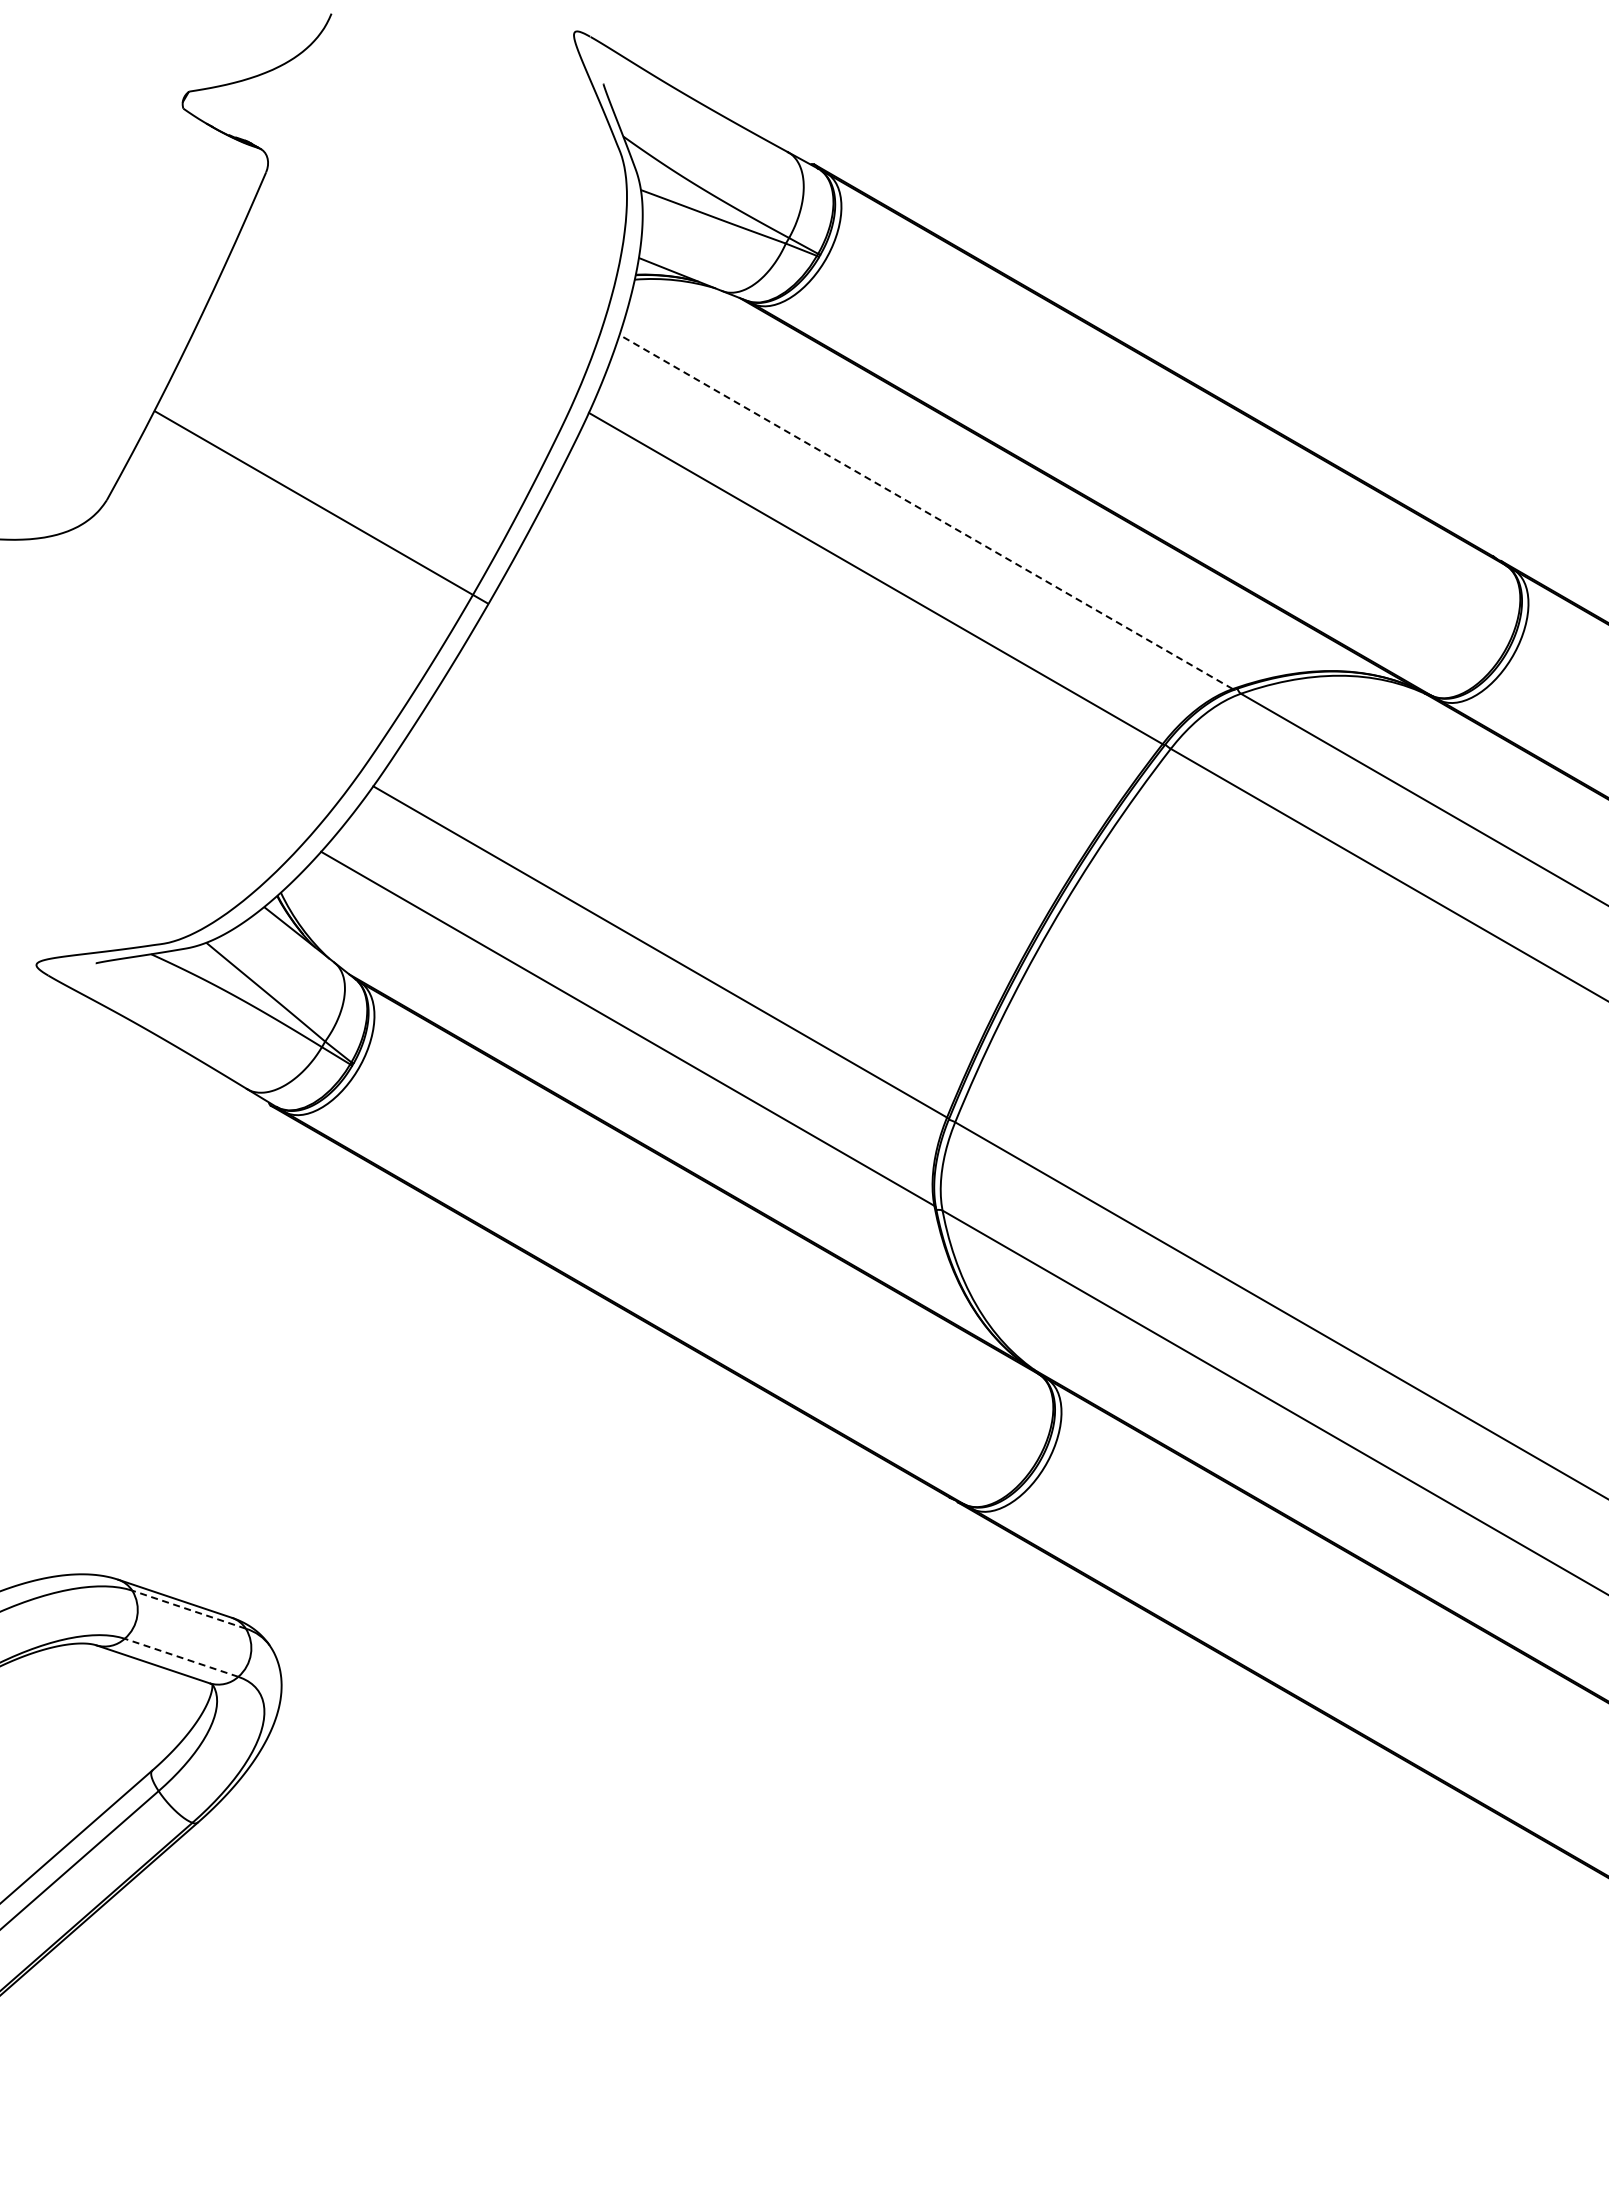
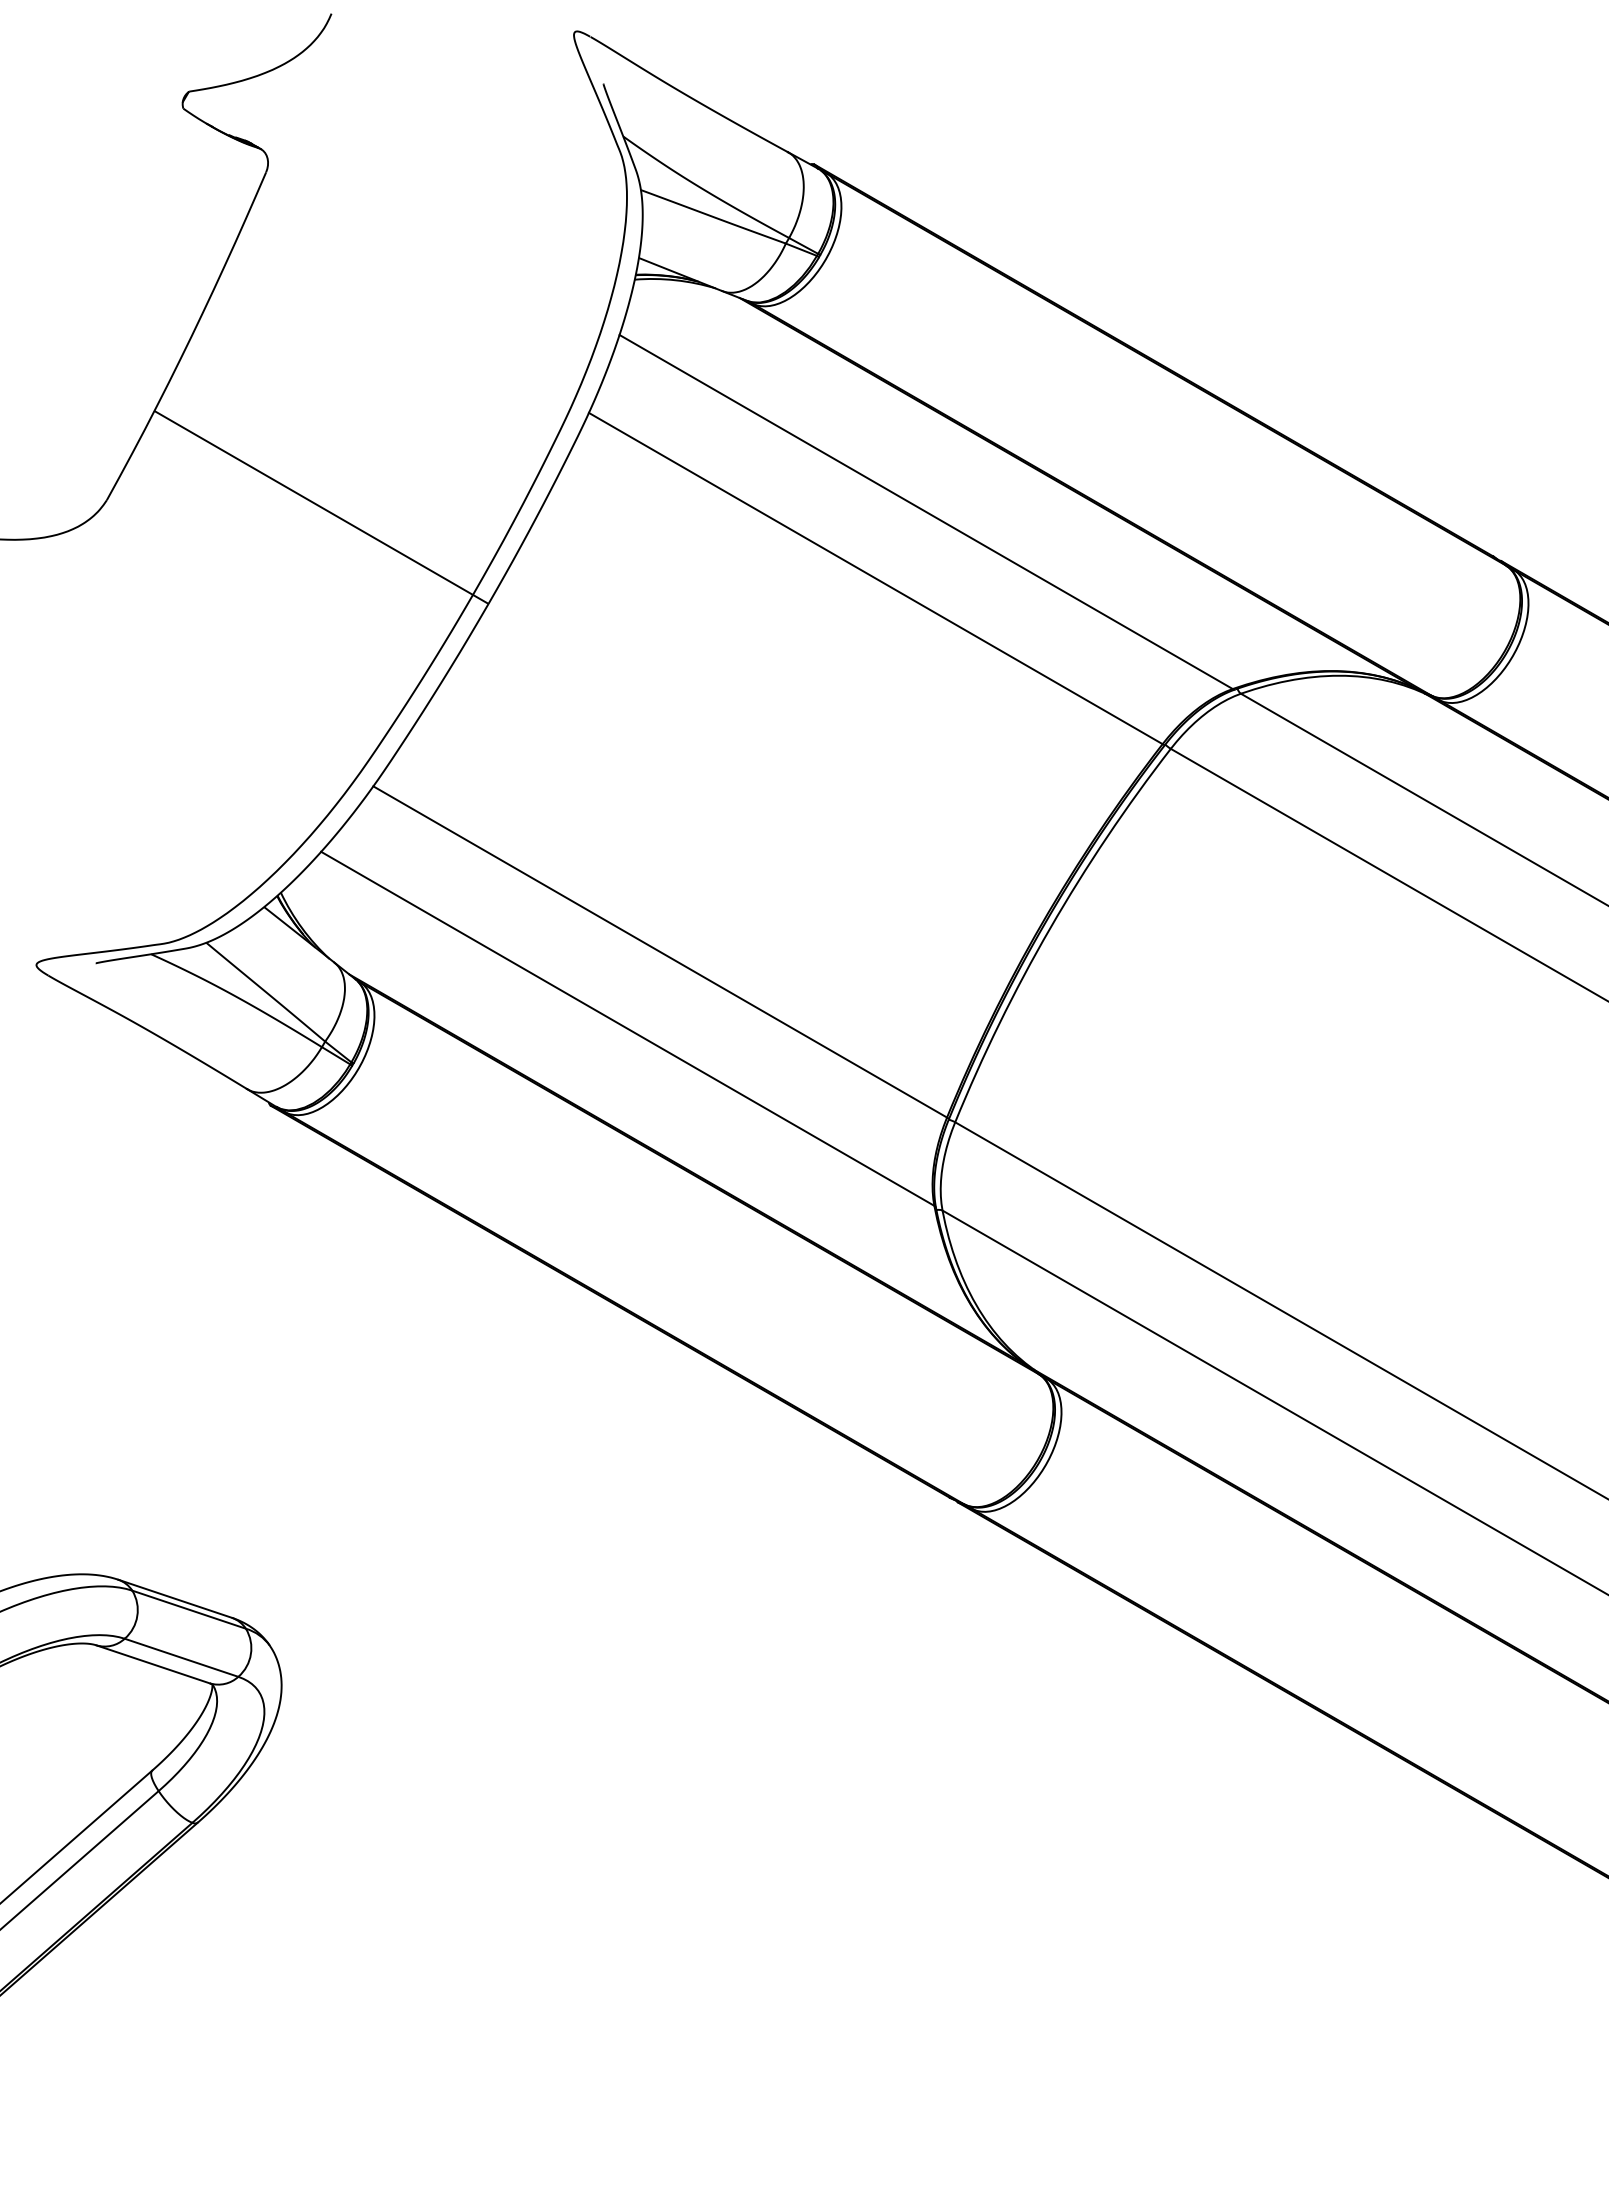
line at (925, 511): dashed -> solid
line at (189, 1609): dashed -> solid
line at (181, 1657): dashed -> solid
